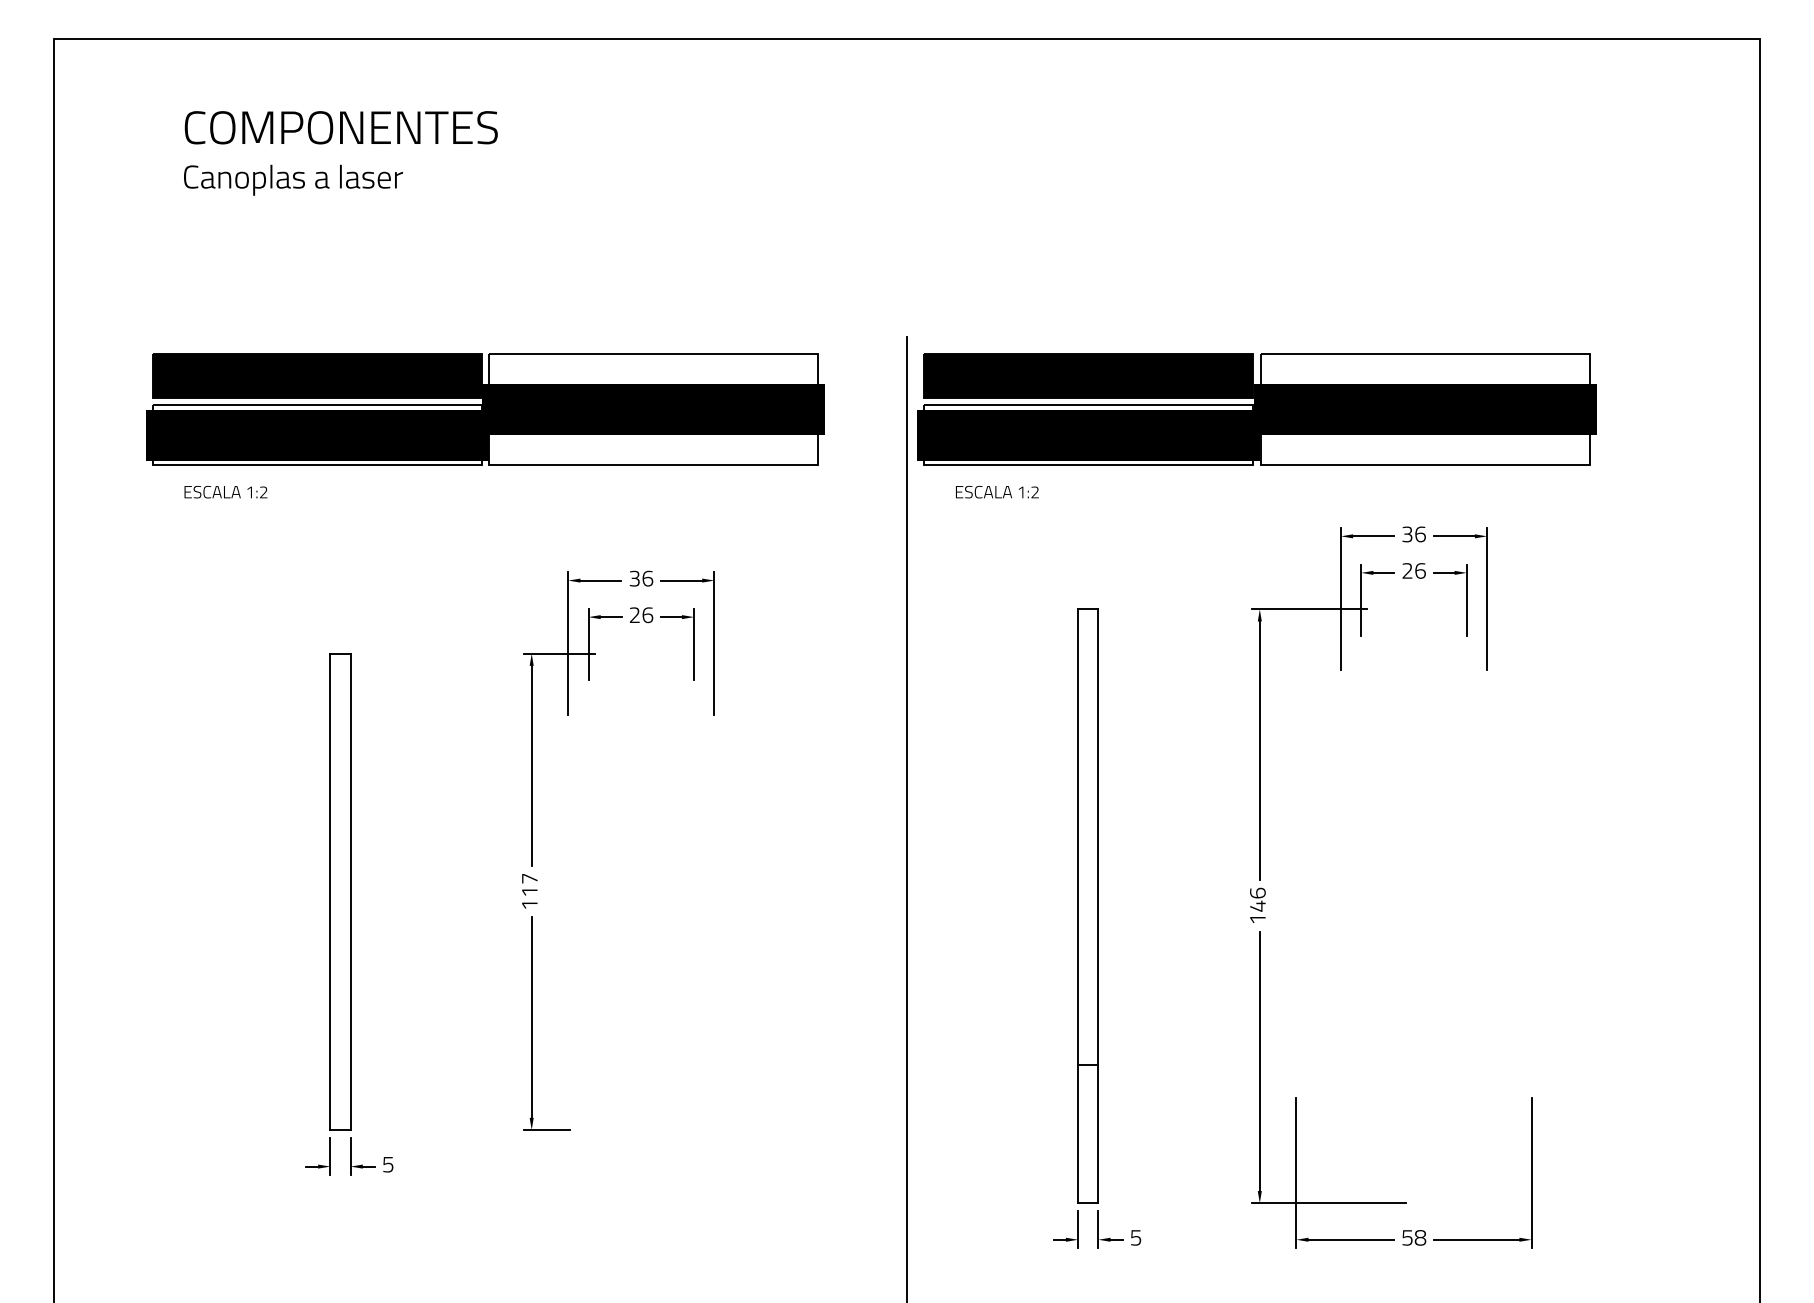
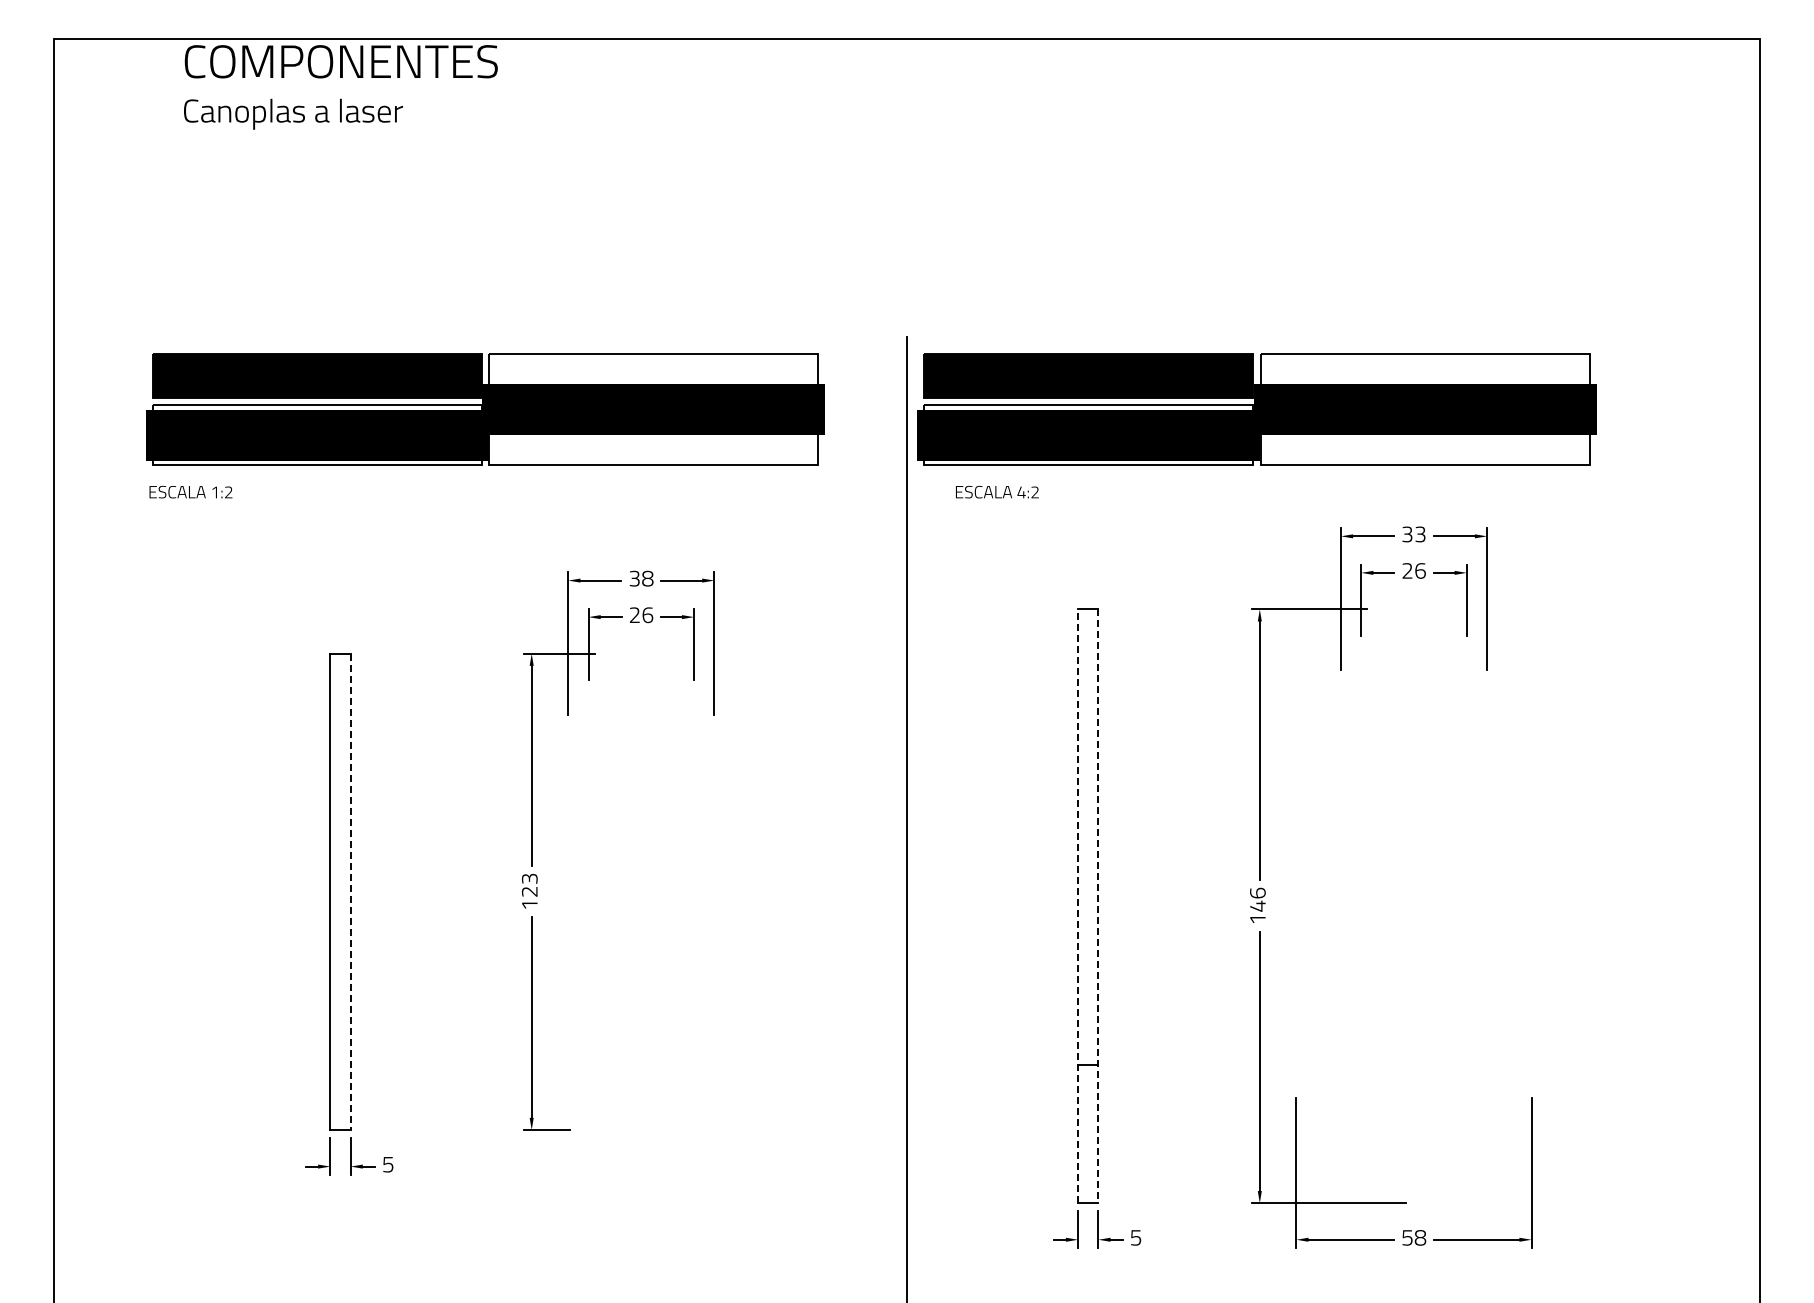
text at (340, 153) position: (340, 153) -> (340, 87)
text at (225, 491) position: (225, 491) -> (190, 491)
text at (1021, 492): 1:2 -> 4:2
text at (1420, 534): 36 -> 33
text at (647, 578): 36 -> 38
text at (529, 884): 117 -> 123
line at (350, 892): solid -> dashed
line at (1078, 906): solid -> dashed
line at (1098, 906): solid -> dashed
